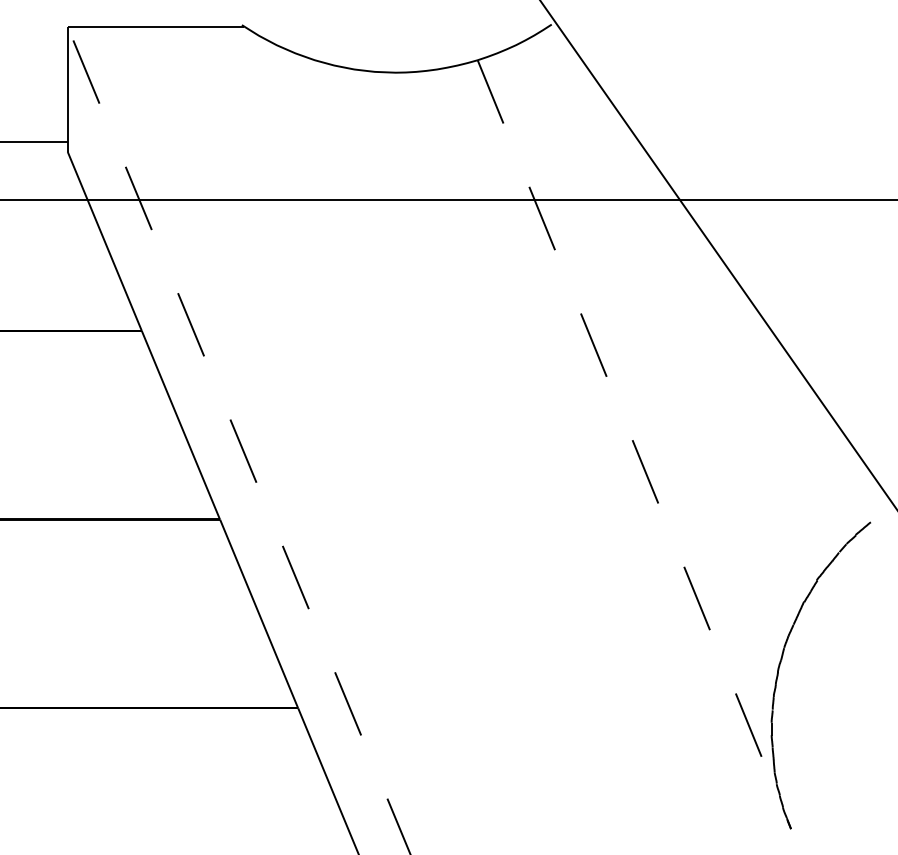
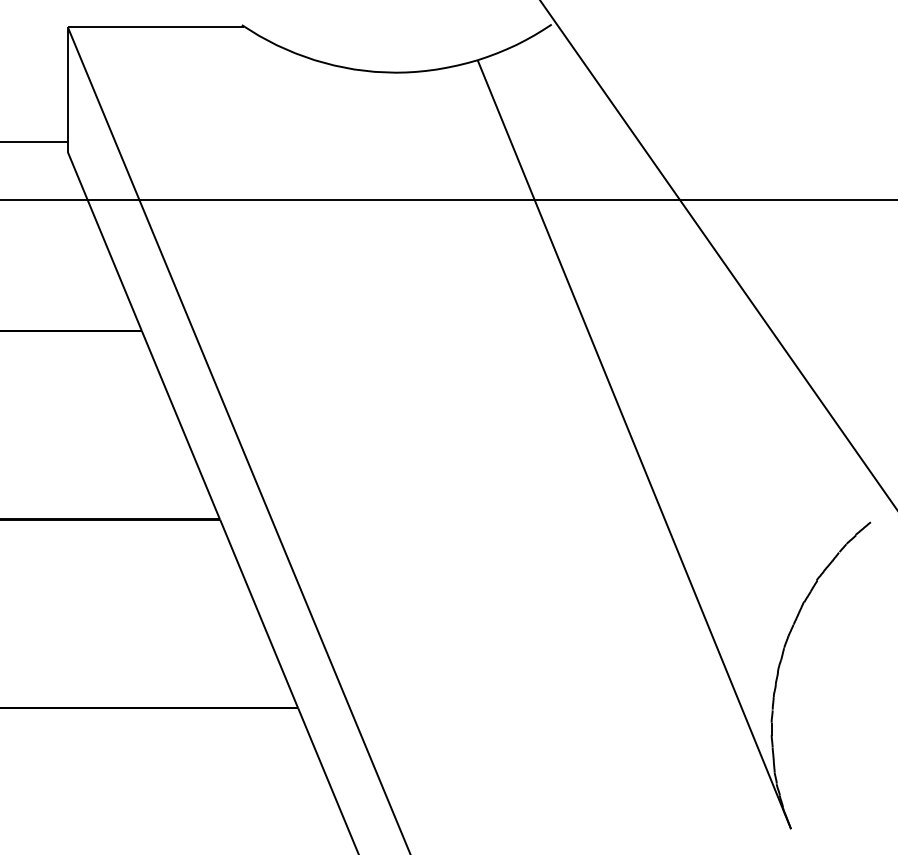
line at (239, 440): dashed -> solid
line at (634, 445): dashed -> solid
